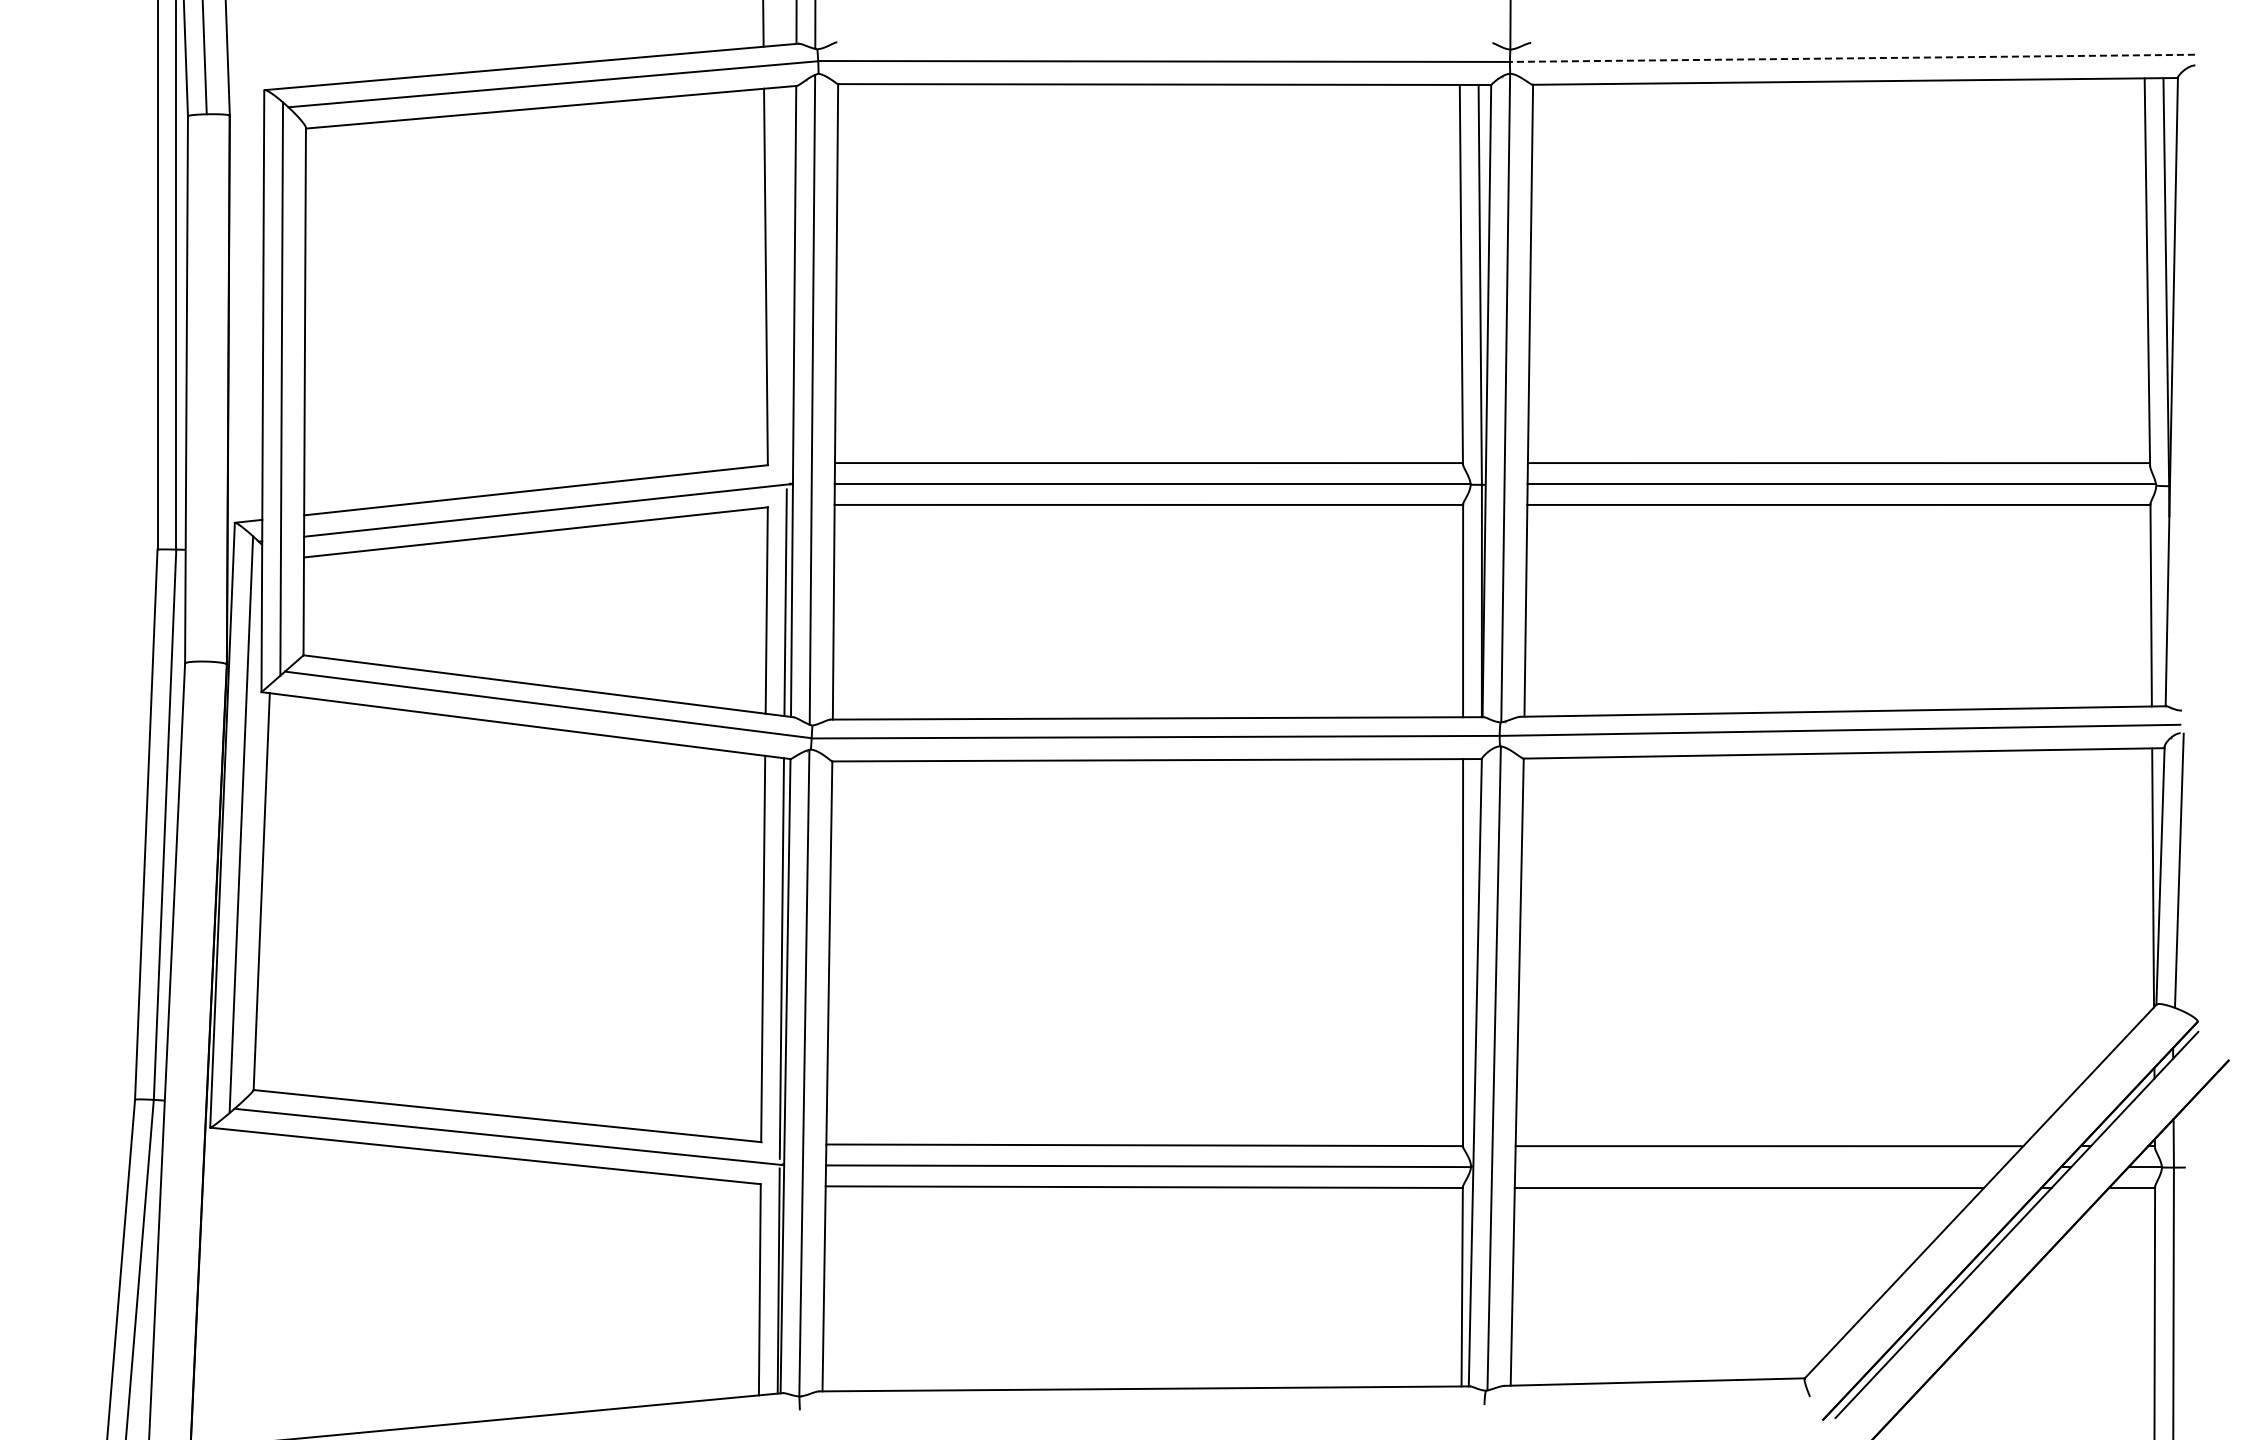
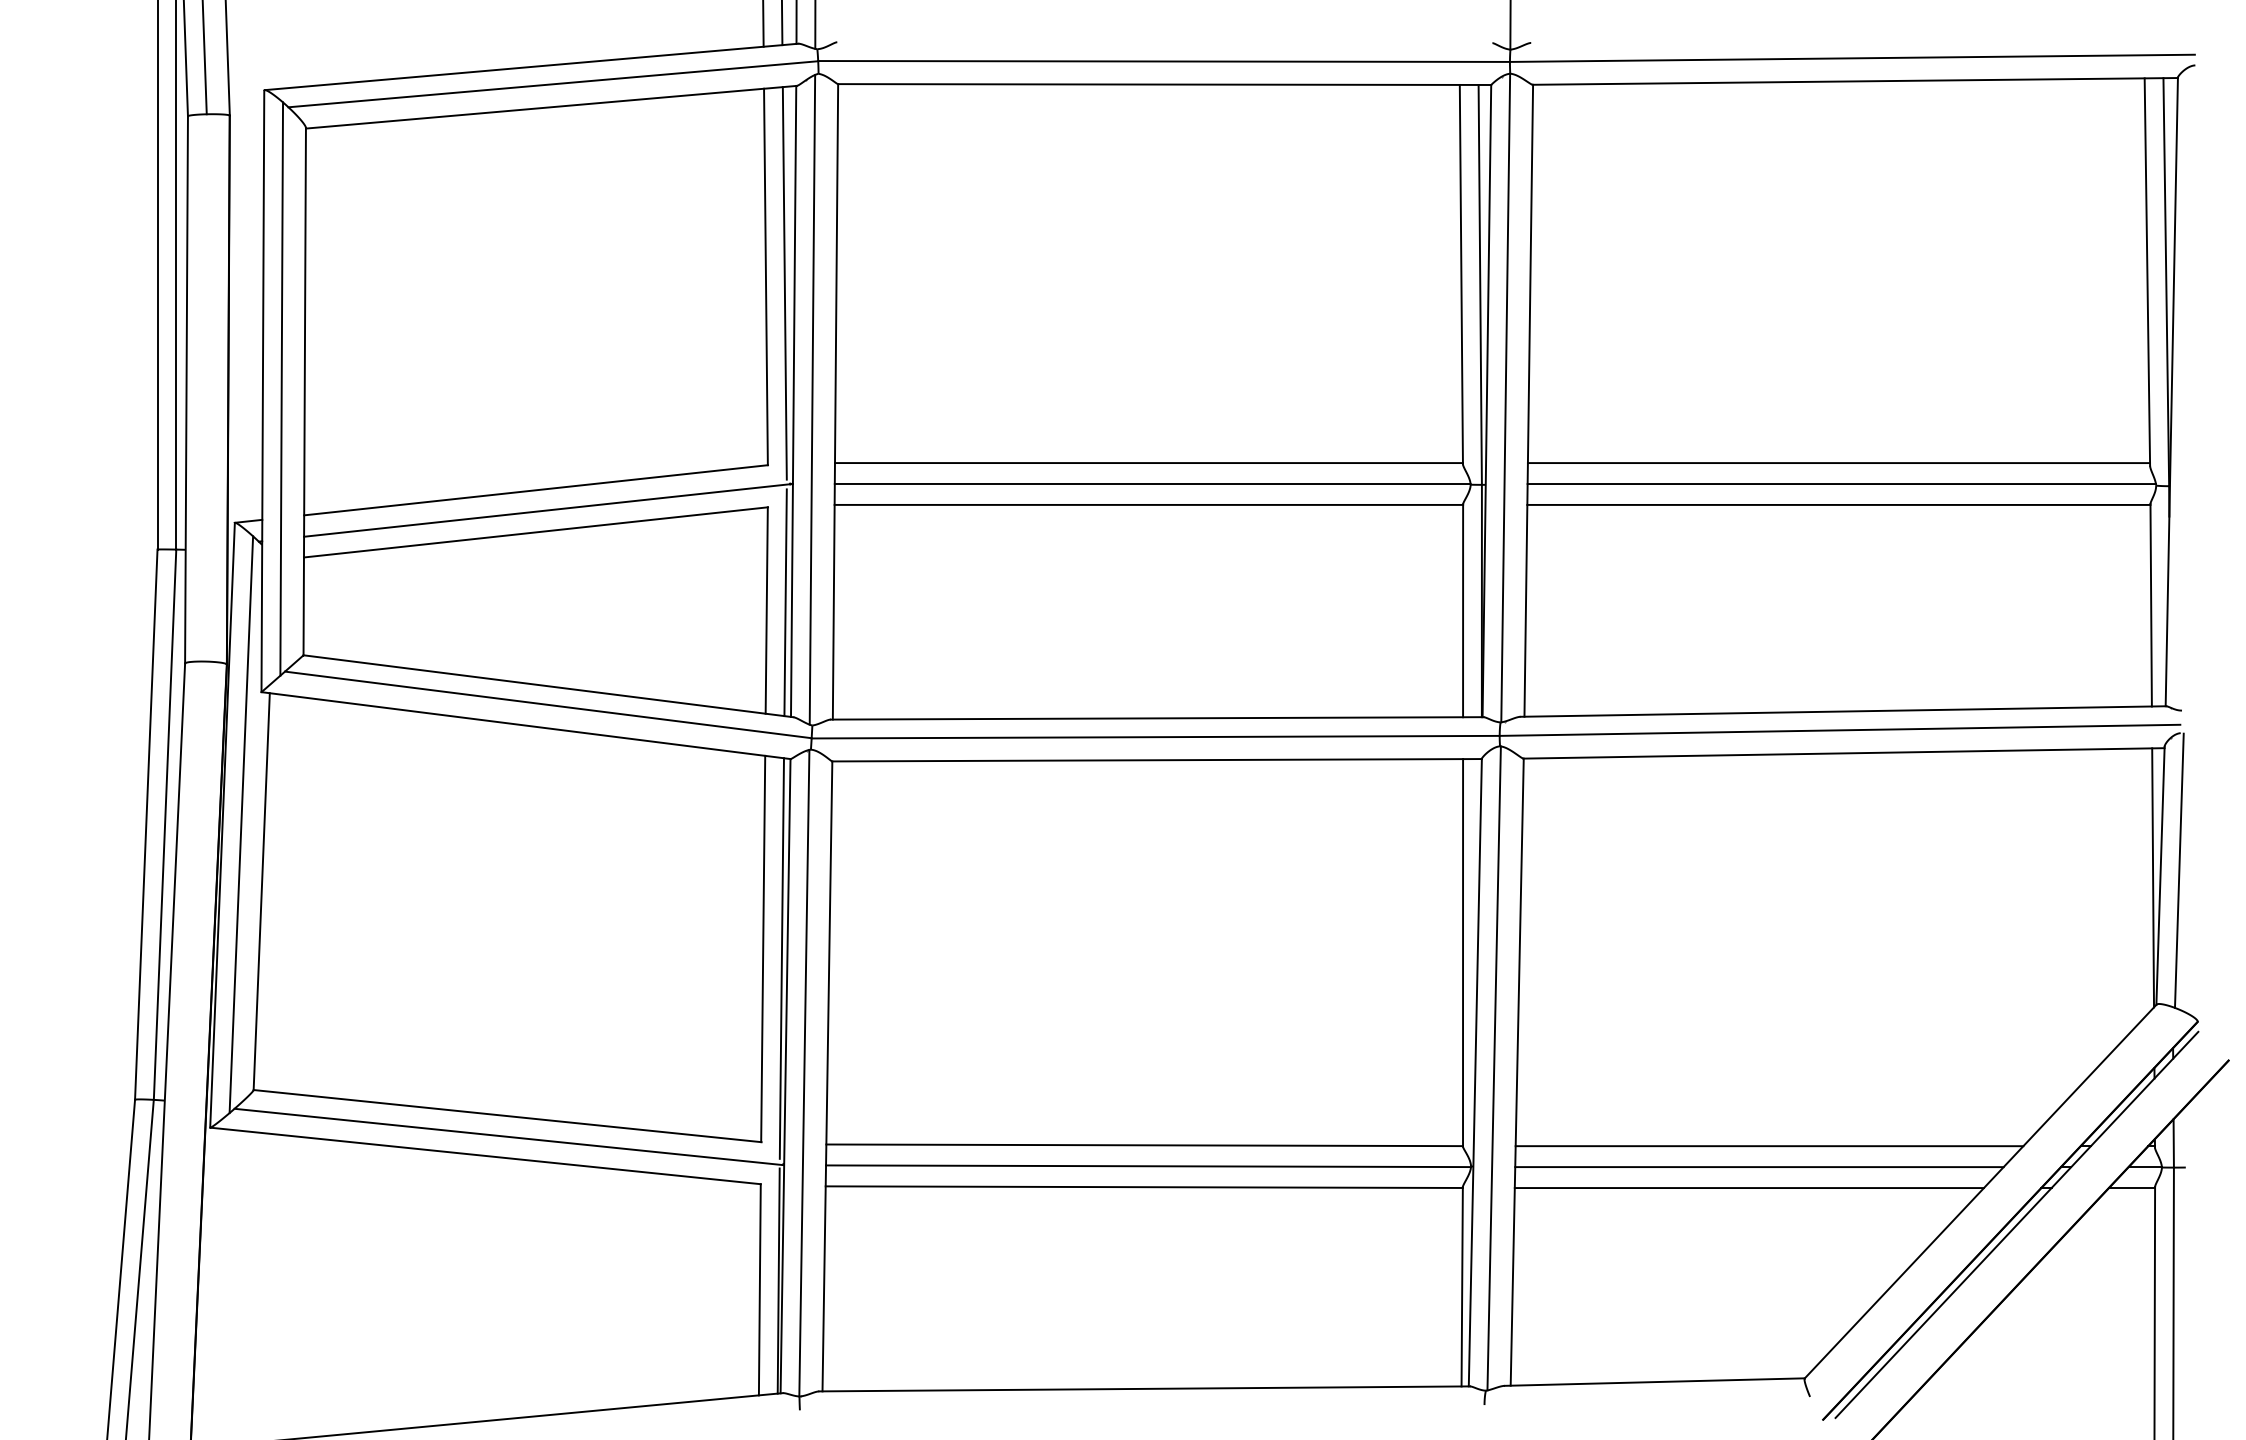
line at (781, 23): none -> present
line at (1851, 58): dashed -> solid
line at (784, 283): none -> present
line at (1759, 1167): none -> present
